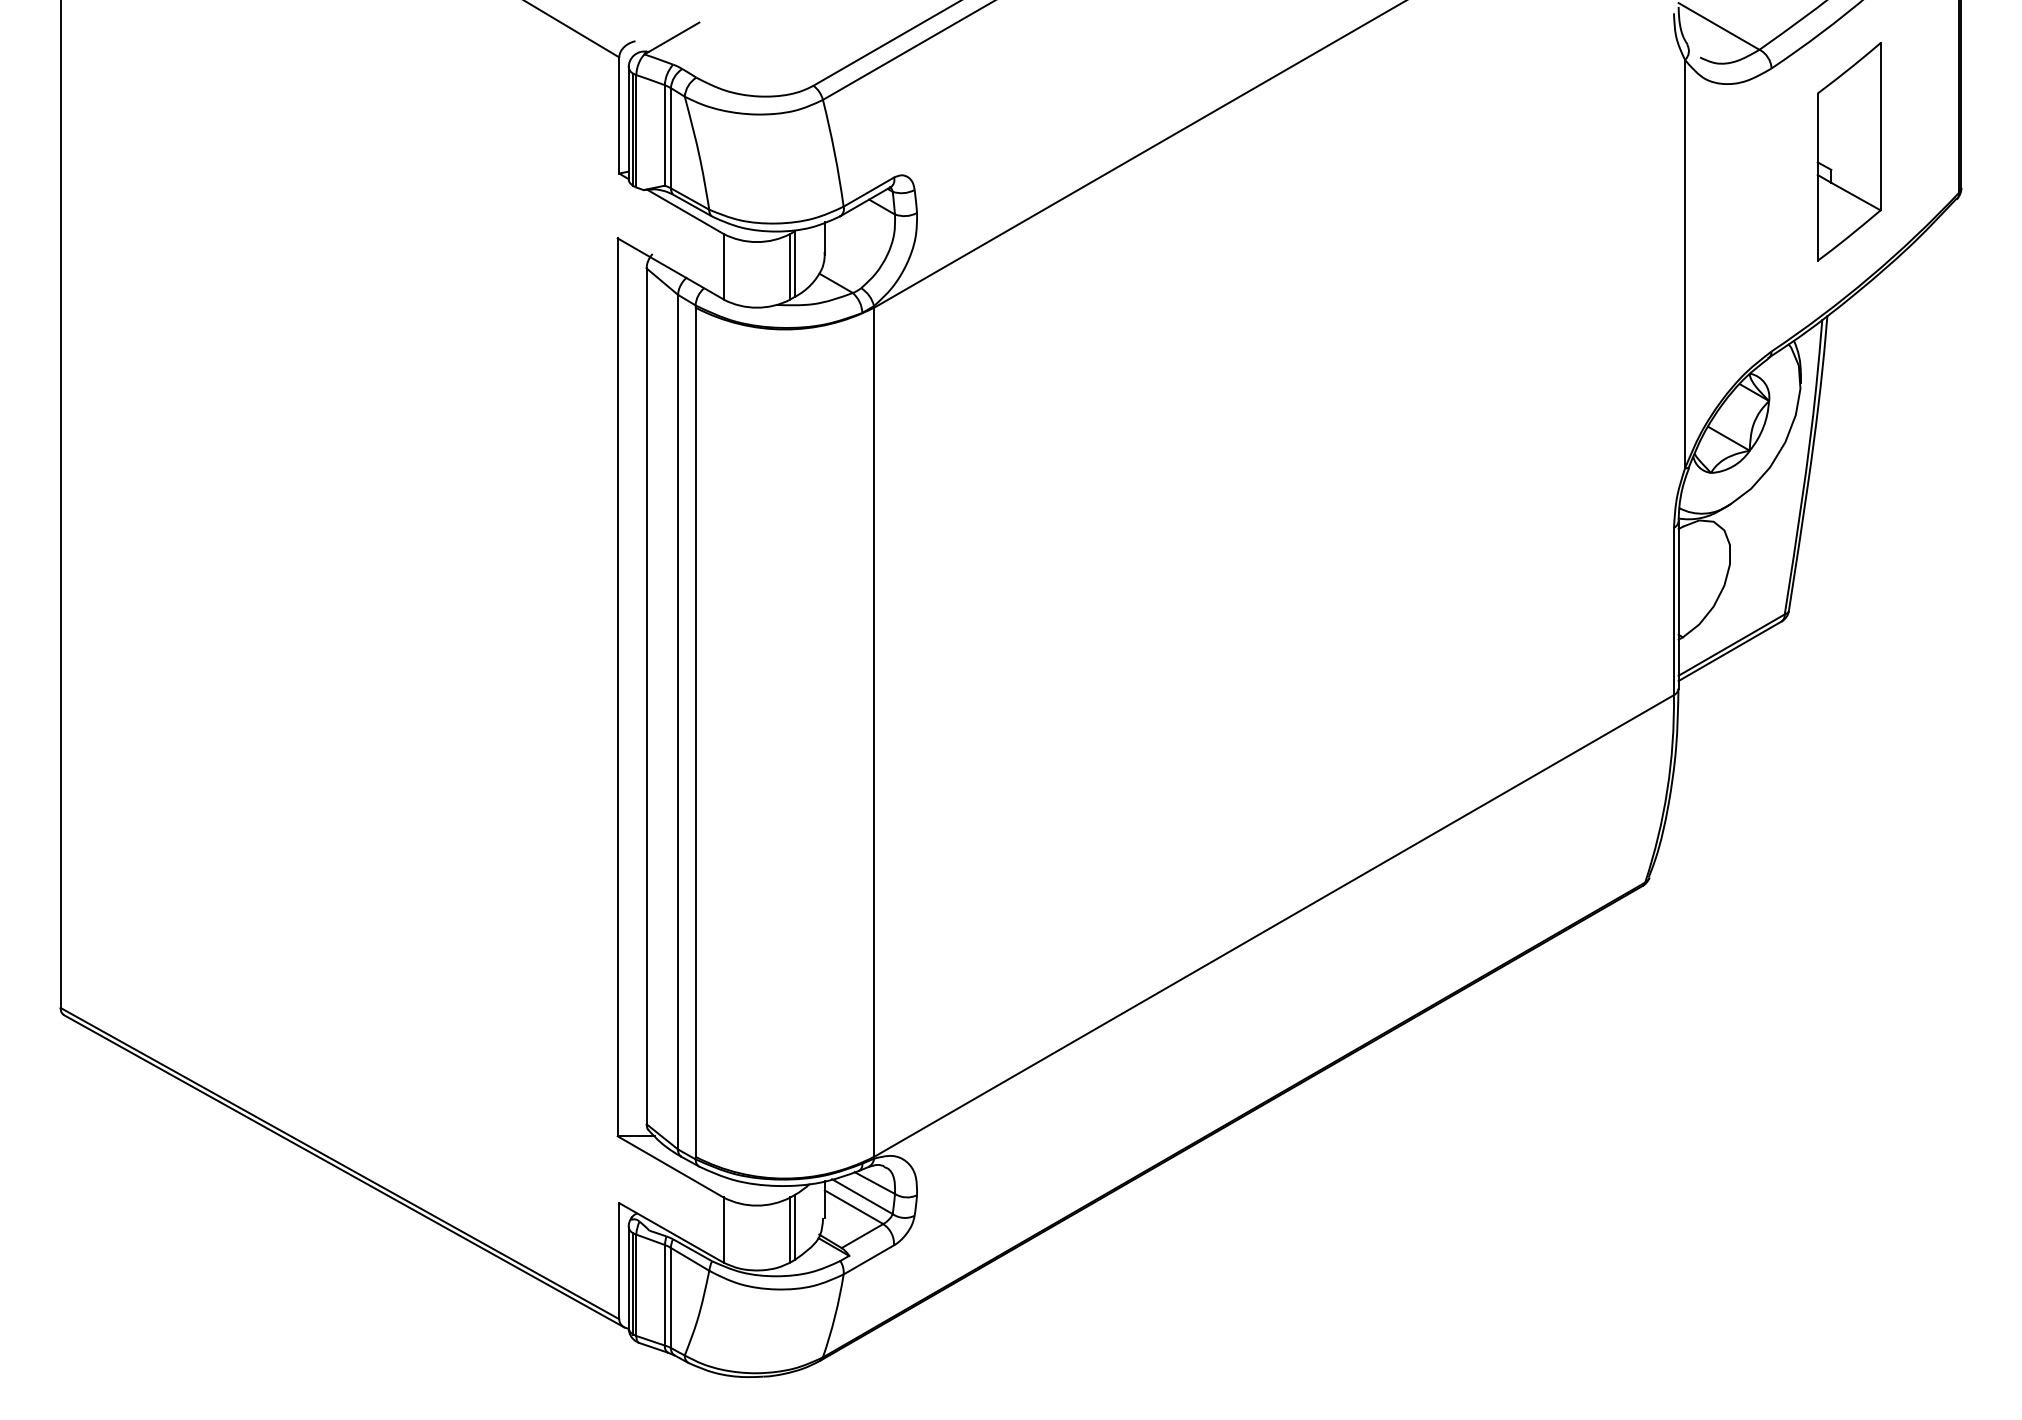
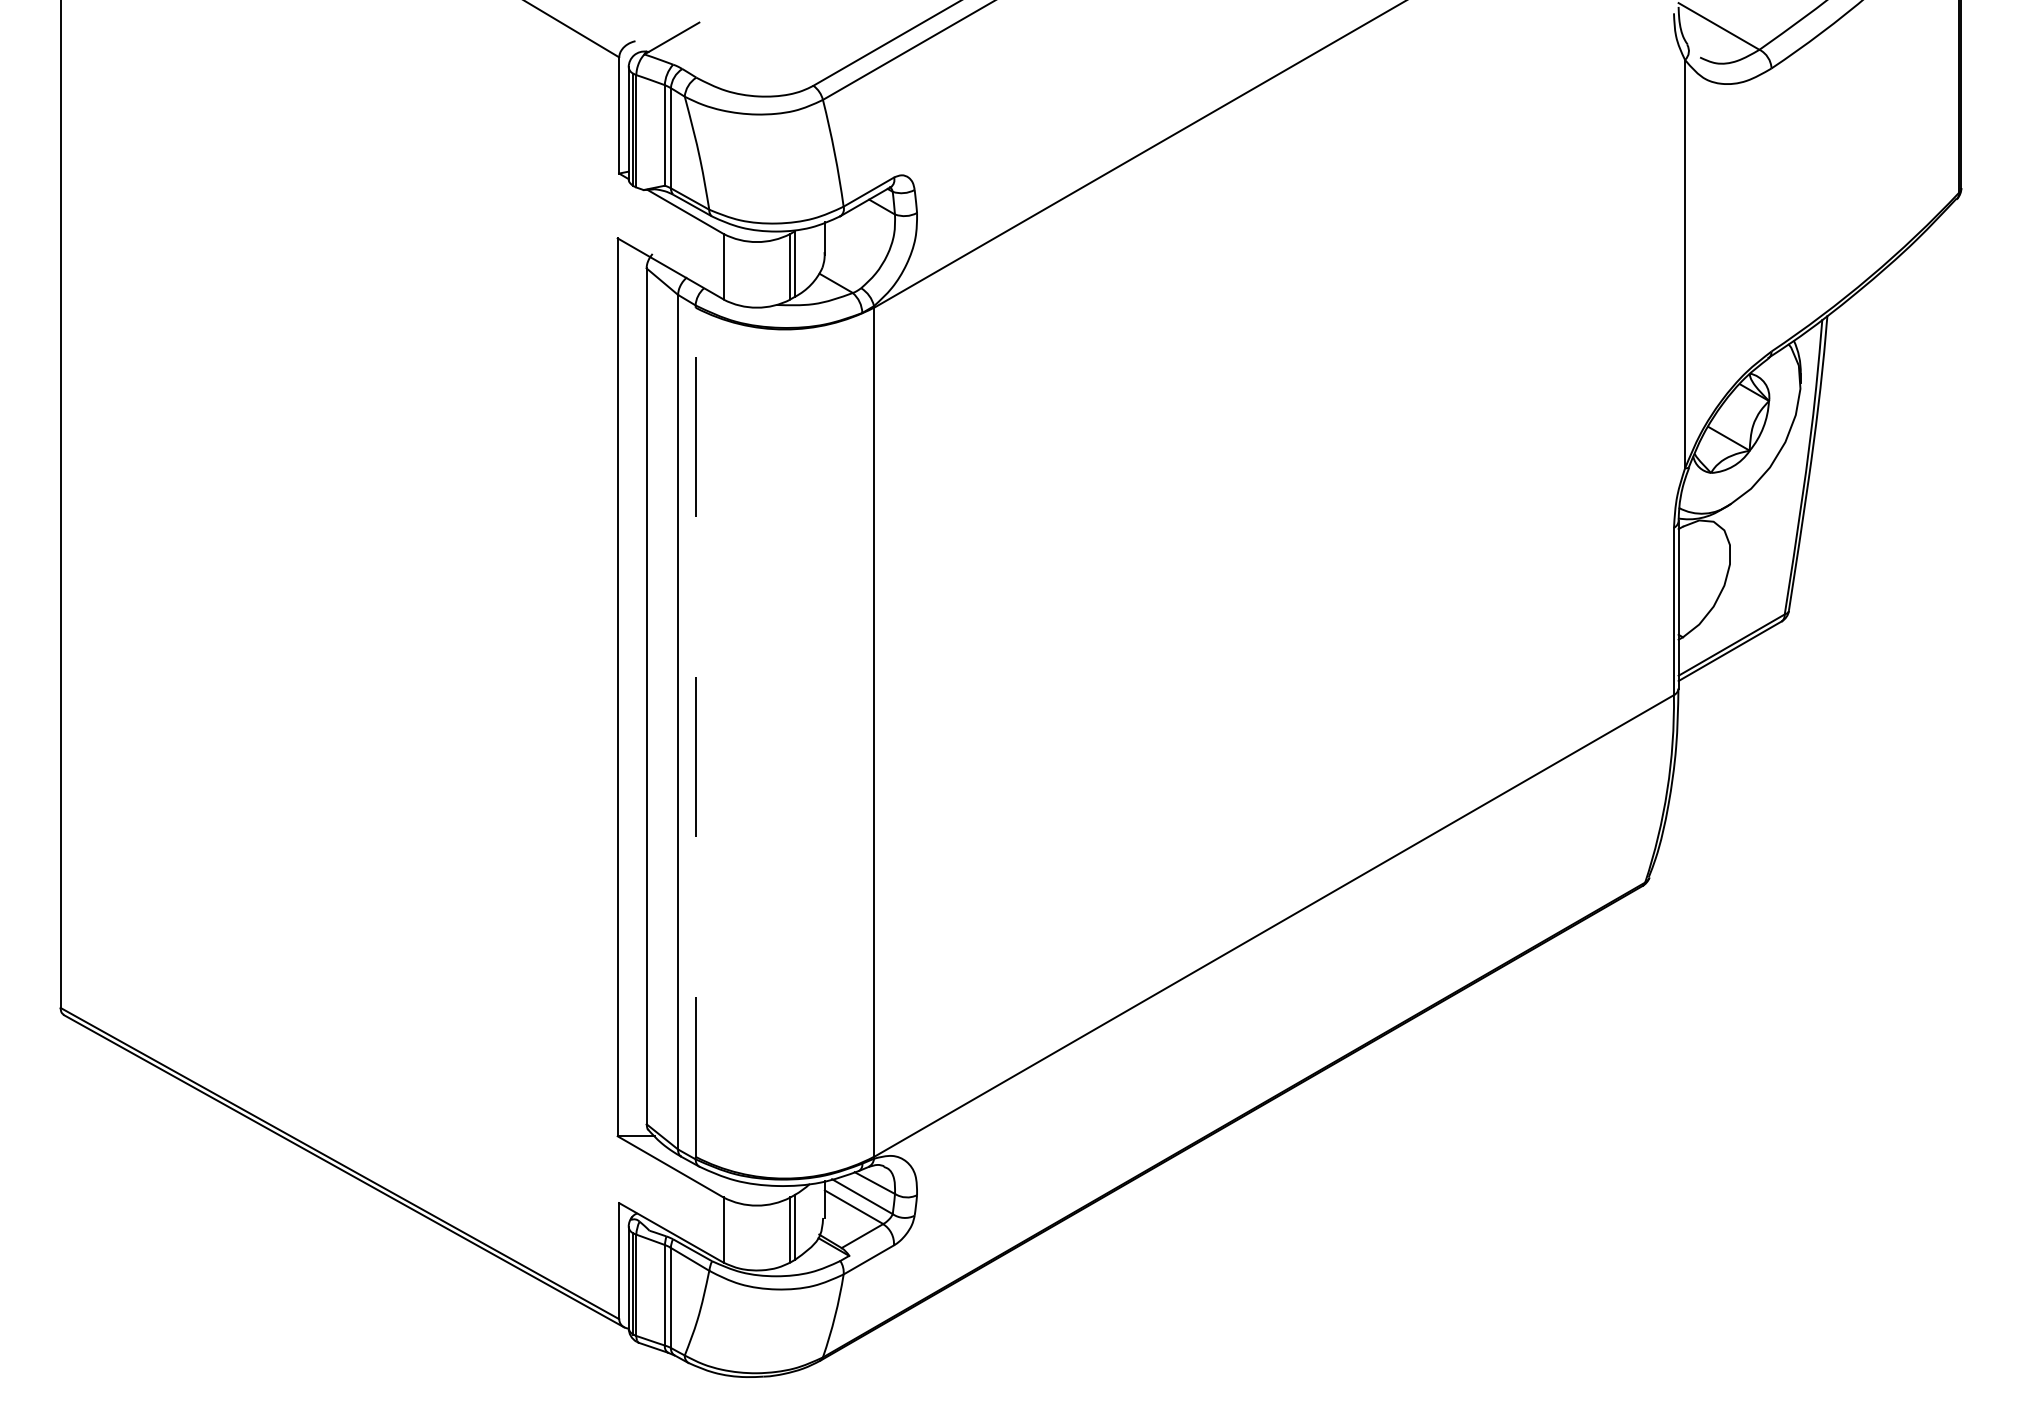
part at (1848, 151): present -> none
line at (695, 732): solid -> dashed
